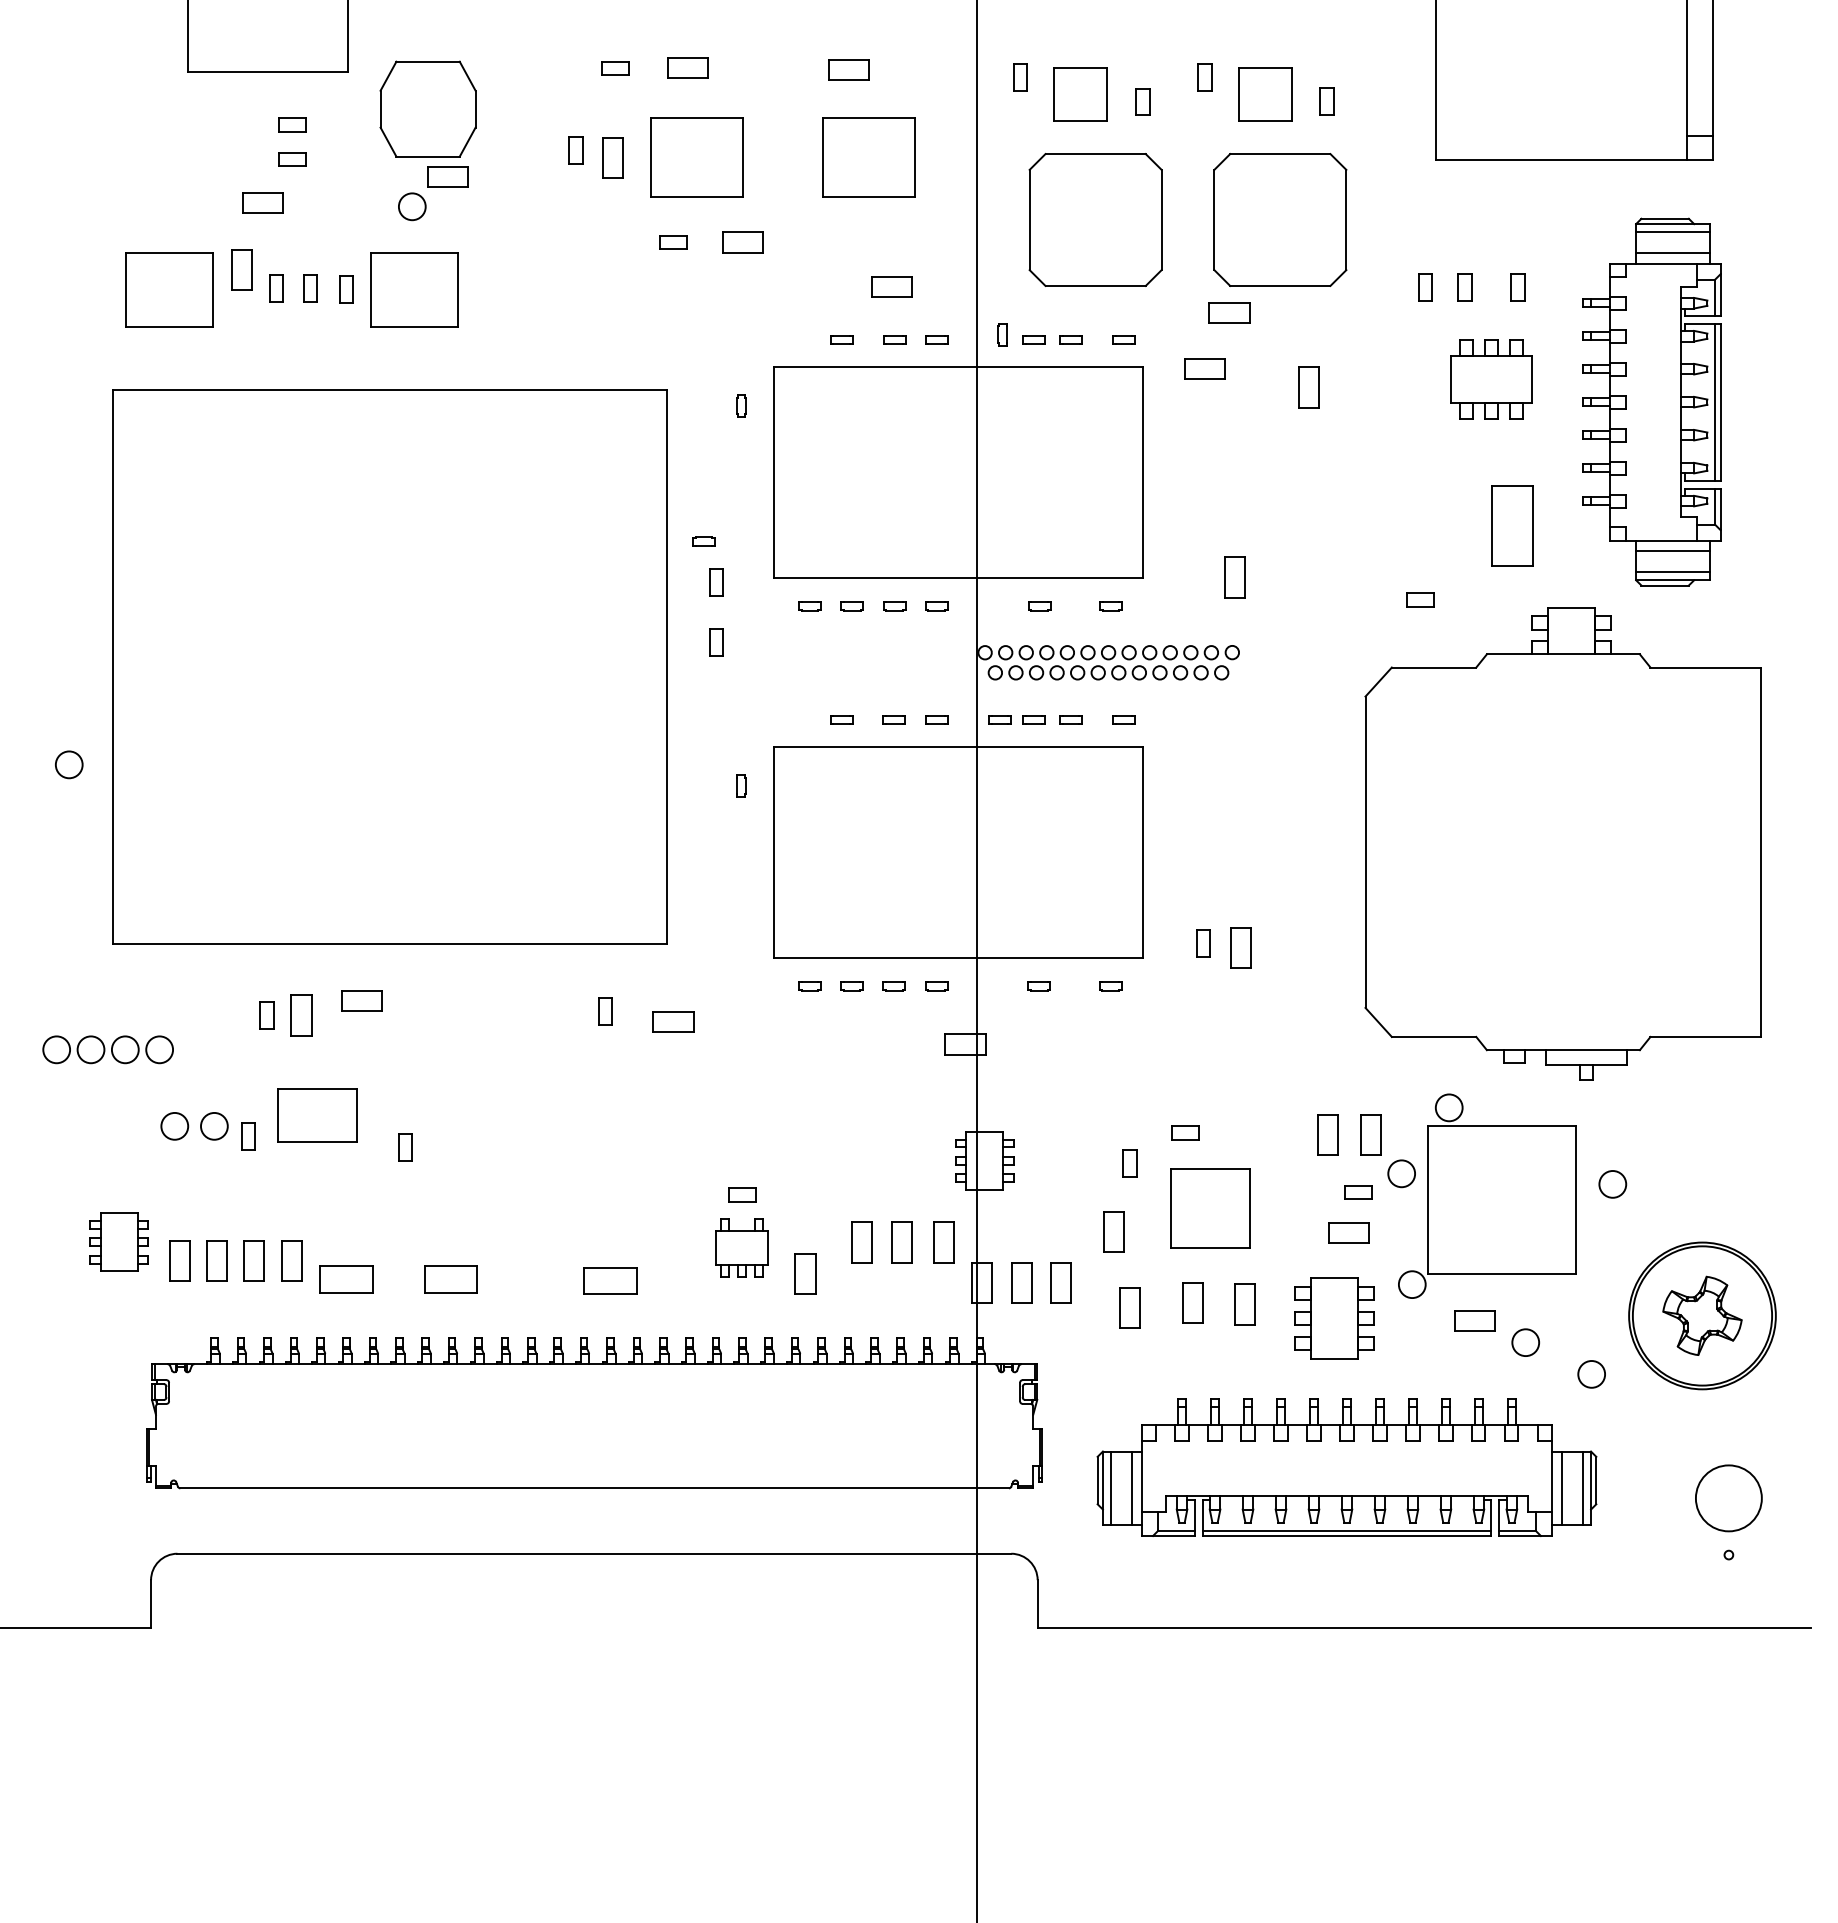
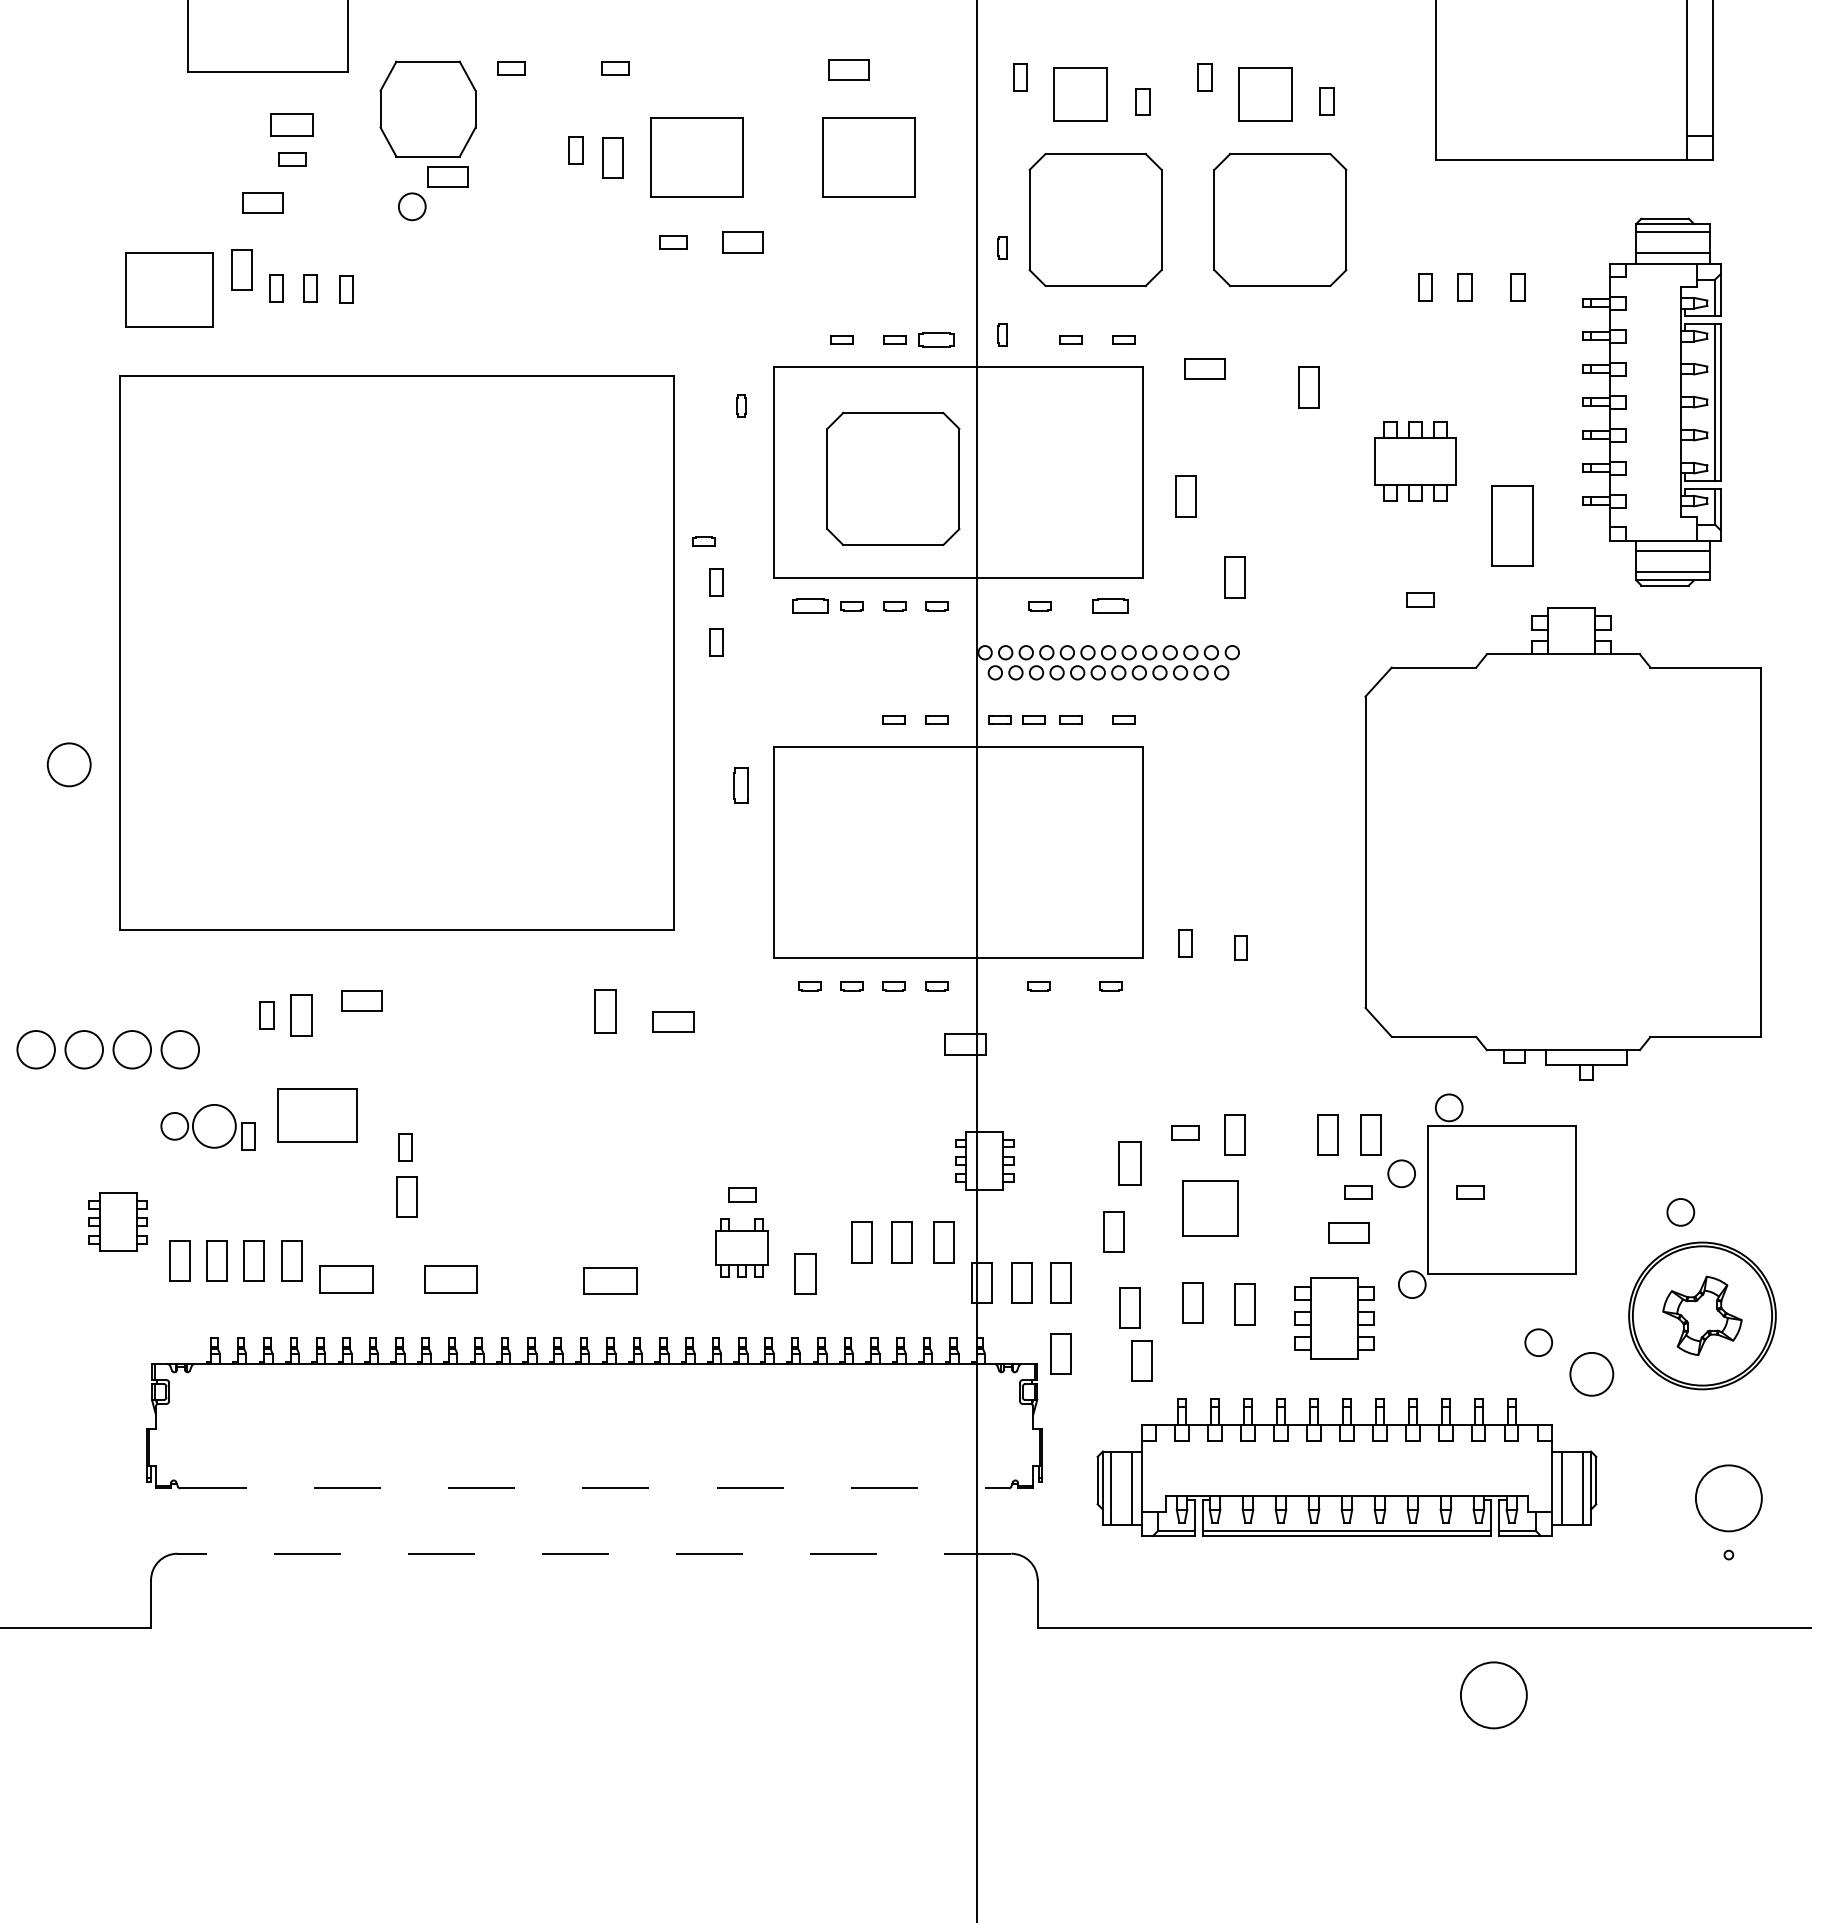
part at (687, 67): present -> none
part at (511, 68): none -> present
part at (292, 124) size: 29x16 px -> 44x24 px
part at (1002, 247): none -> present
part at (891, 286): present -> none
part at (414, 289): present -> none
part at (1229, 312): present -> none
part at (936, 339) size: 24x10 px -> 37x16 px
part at (1033, 339): present -> none
part at (1491, 379) position: (1491, 379) -> (1415, 461)
part at (893, 478): none -> present
part at (1185, 496): none -> present
part at (809, 606) size: 24x11 px -> 37x16 px
part at (1110, 606) size: 24x11 px -> 37x16 px
part at (389, 666) position: (389, 666) -> (396, 652)
part at (841, 719): present -> none
circle at (68, 764) diameter: 27 px -> 43 px
part at (741, 785) size: 11x24 px -> 16x37 px
part at (1203, 943) position: (1203, 943) -> (1185, 943)
part at (1240, 947) size: 22x42 px -> 14x26 px
part at (605, 1011) size: 15x29 px -> 23x45 px
part at (107, 1049) size: 132x30 px -> 184x40 px
circle at (214, 1125) diameter: 27 px -> 43 px
part at (1234, 1134): none -> present
part at (1129, 1163) size: 16x29 px -> 24x45 px
circle at (1612, 1184) position: (1612, 1184) -> (1680, 1212)
part at (1470, 1192): none -> present
part at (406, 1196): none -> present
part at (1210, 1208) size: 81x81 px -> 57x57 px
part at (118, 1241) position: (118, 1241) -> (117, 1221)
part at (1474, 1320): present -> none
circle at (1525, 1342) position: (1525, 1342) -> (1538, 1342)
part at (1060, 1353): none -> present
part at (1141, 1360): none -> present
circle at (1591, 1374) size: 29x29 px -> 46x45 px
line at (595, 1488): solid -> dashed
line at (594, 1553): solid -> dashed
circle at (1493, 1695): none -> present
